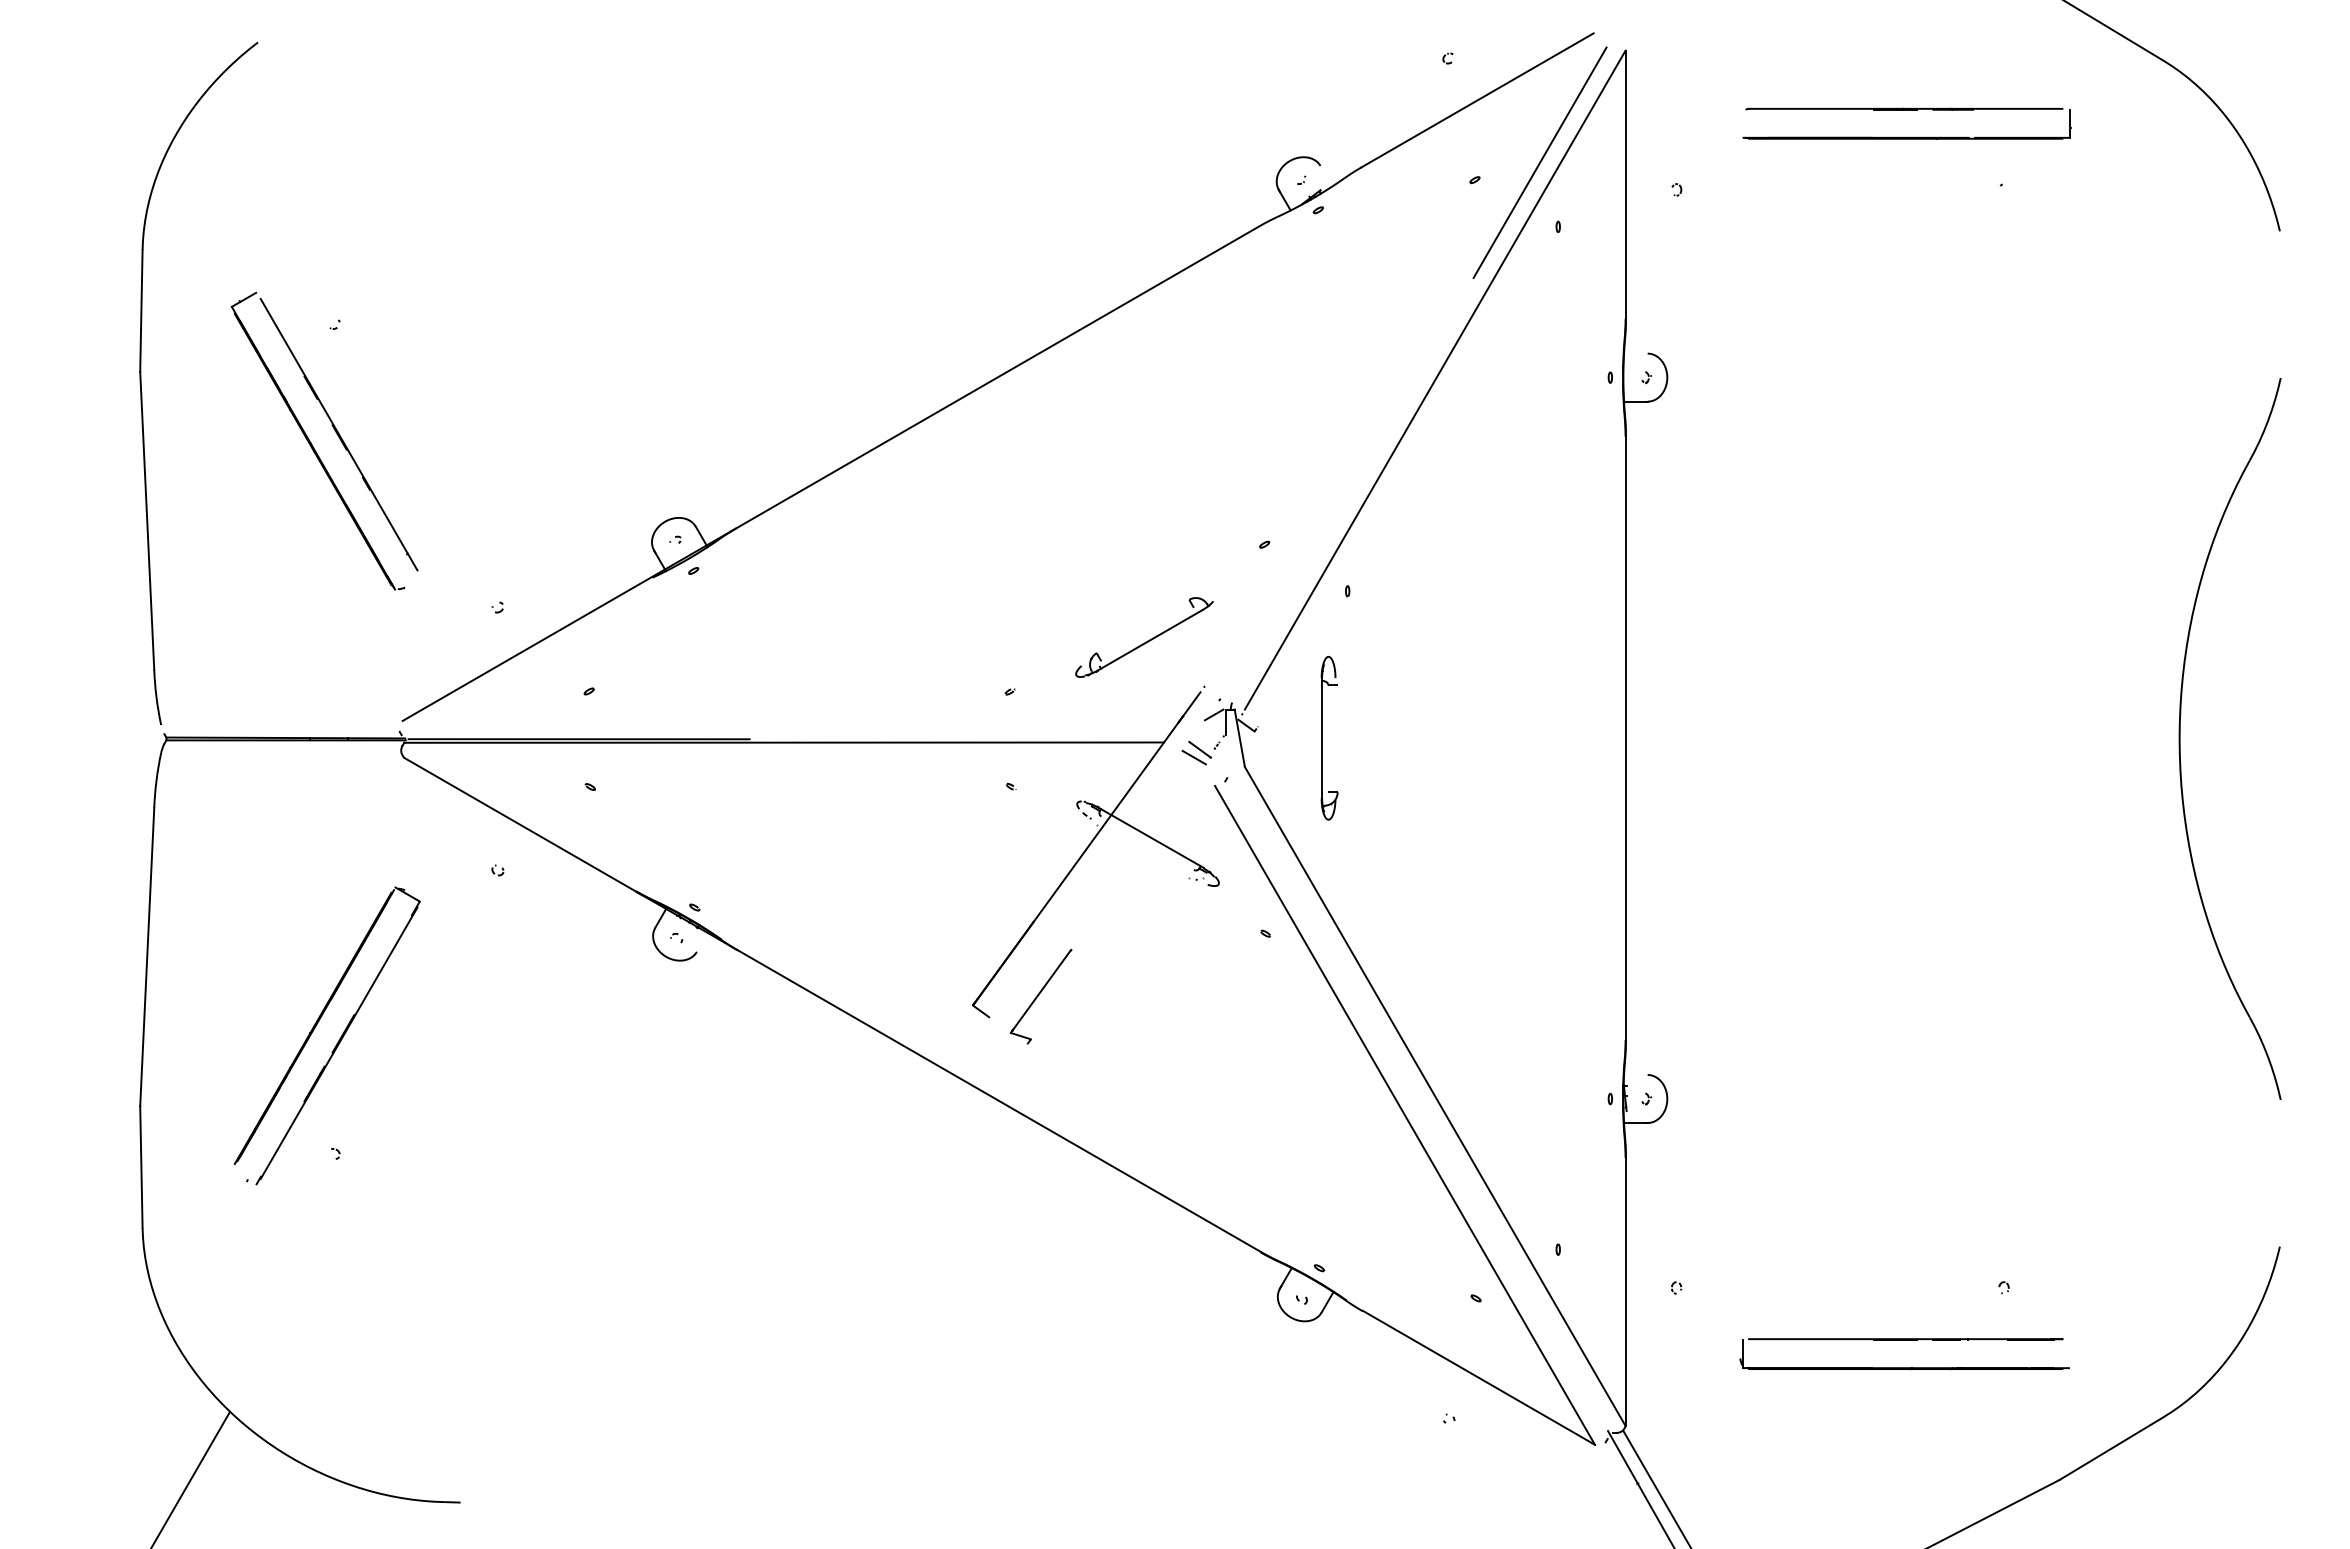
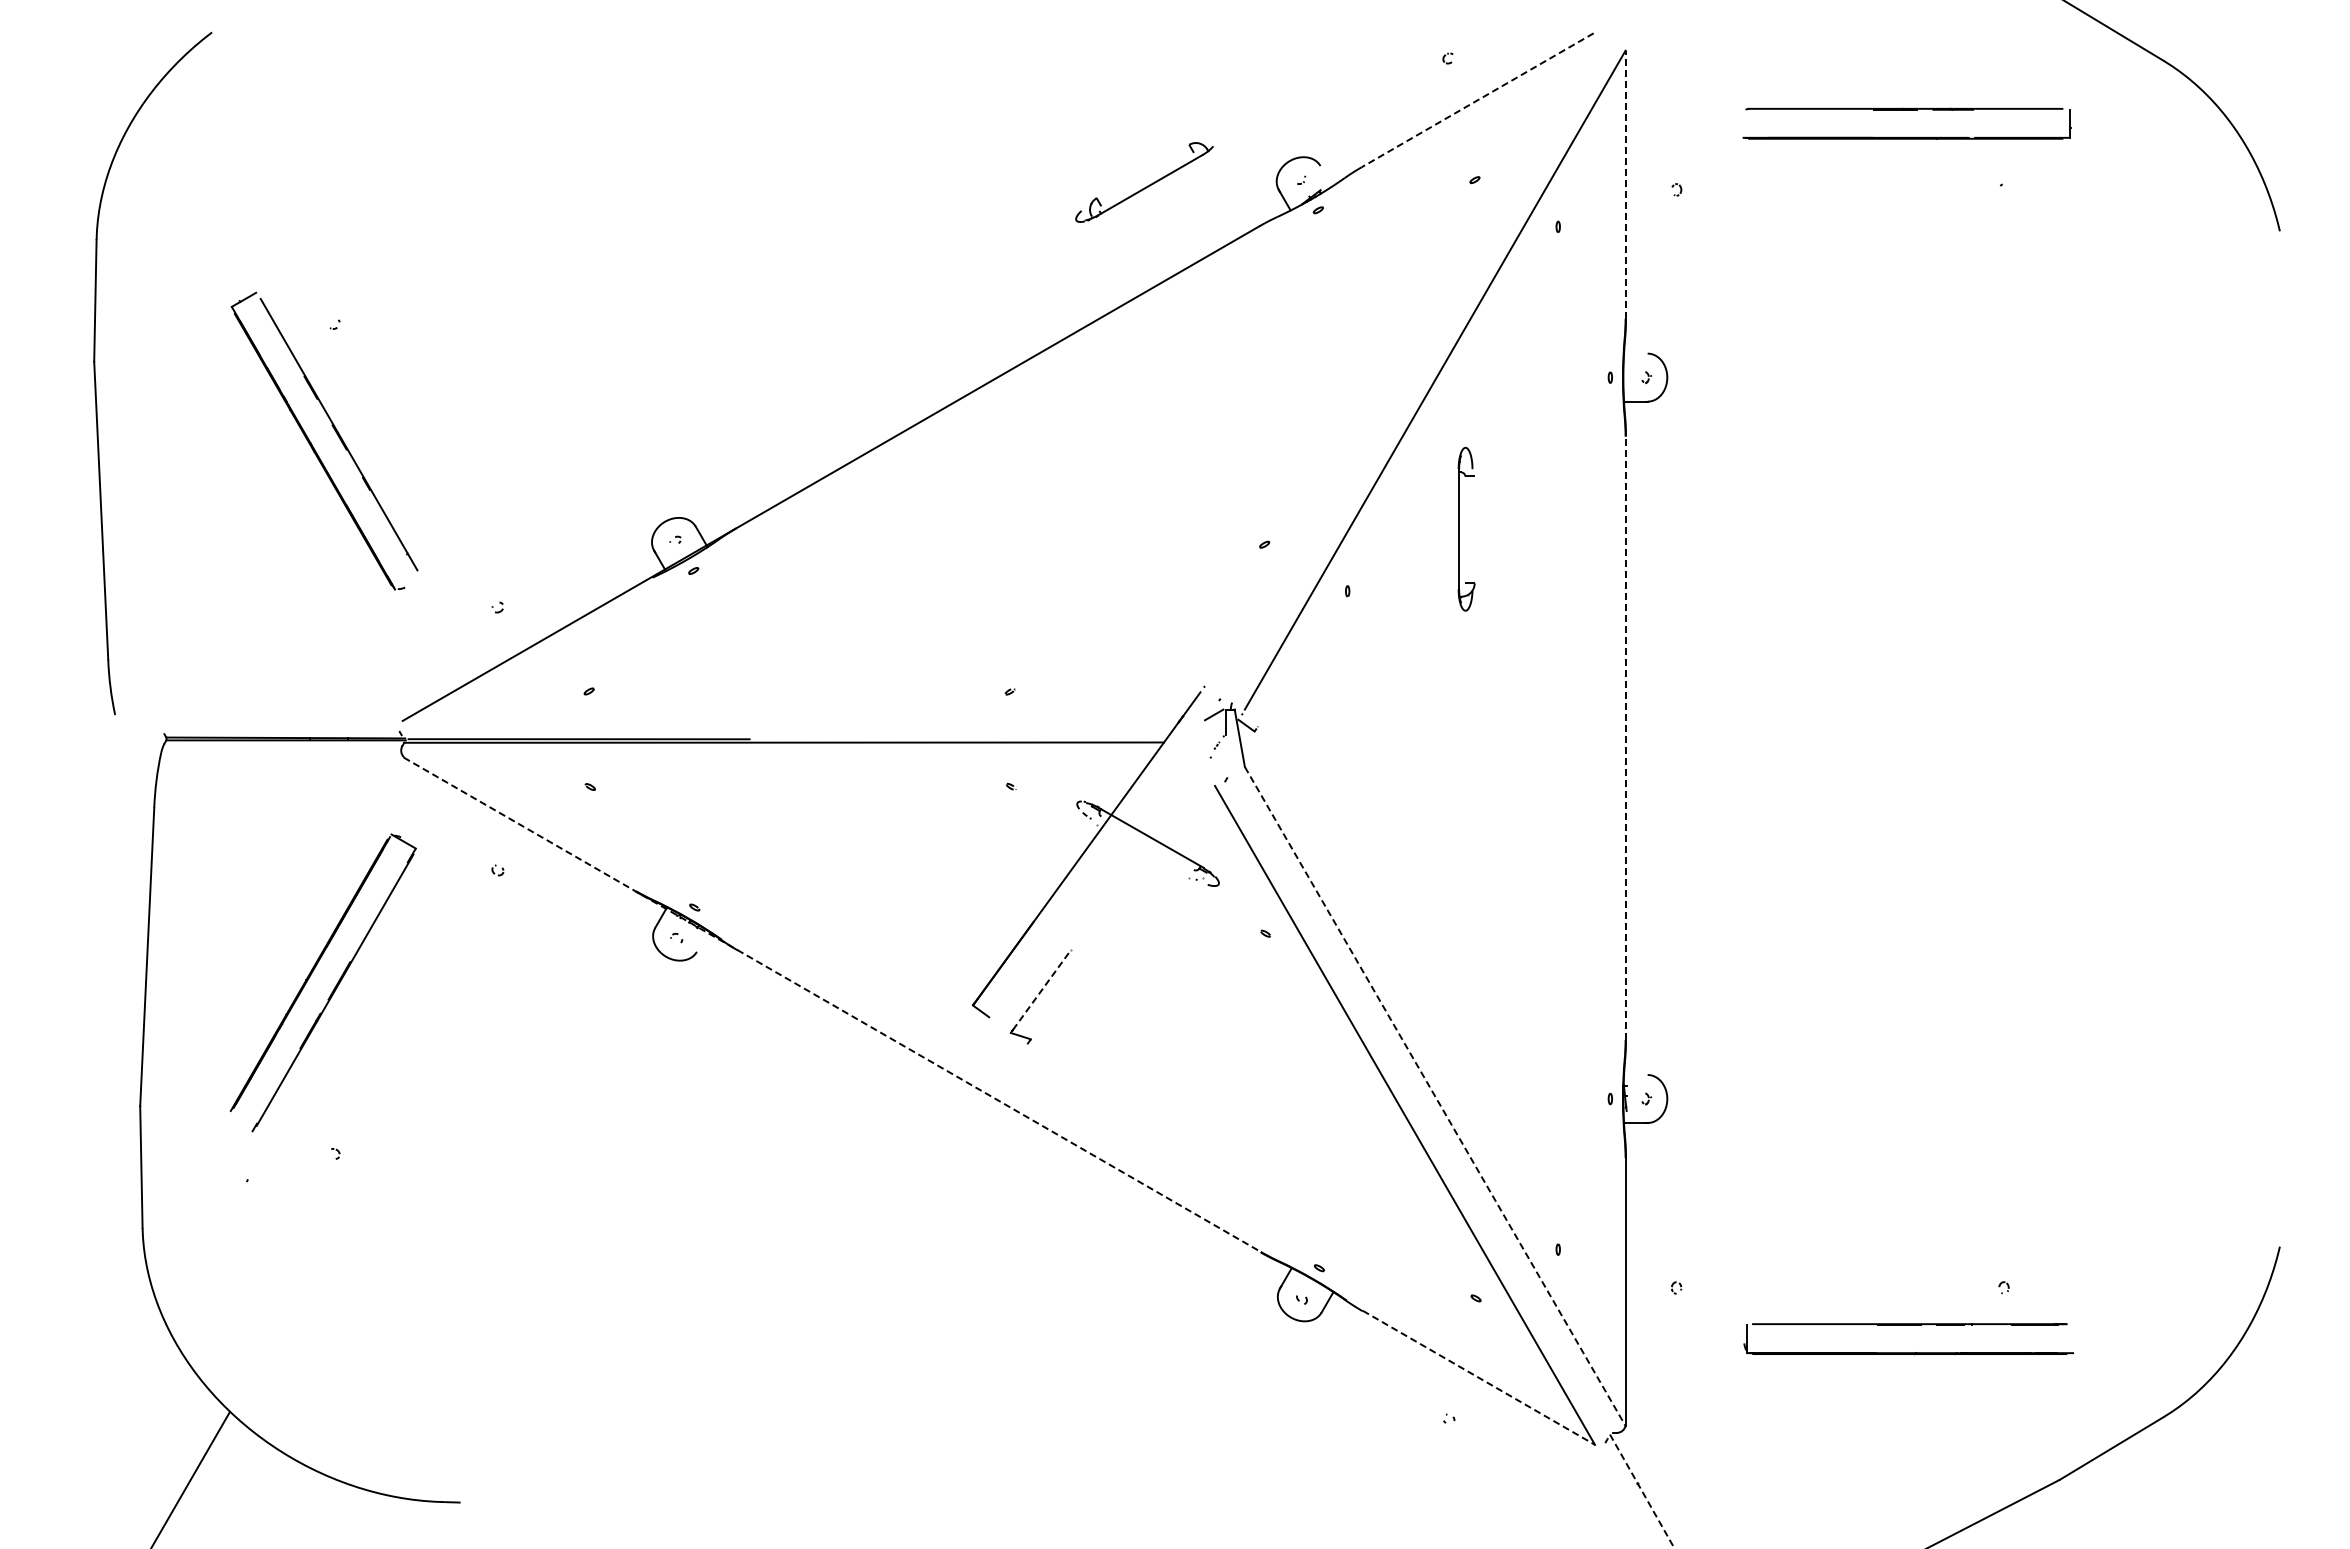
line at (1477, 100): solid -> dashed
line at (1539, 162): present -> none
line at (1625, 184): solid -> dashed
part at (142, 392) position: (142, 392) -> (96, 382)
part at (1144, 637) position: (1144, 637) -> (1144, 182)
part at (1322, 738) position: (1322, 738) -> (1459, 529)
line at (1625, 738): solid -> dashed
part at (2180, 738): present -> none
line at (1199, 749): present -> none
line at (1193, 757): present -> none
line at (1042, 989): solid -> dashed
line at (832, 1004): solid -> dashed
part at (336, 1043) position: (336, 1043) -> (332, 990)
line at (1435, 1096): solid -> dashed
part at (1904, 1367) position: (1904, 1367) -> (1908, 1352)
line at (1479, 1378): solid -> dashed
line at (1656, 1488): present -> none
line at (1641, 1489): solid -> dashed
